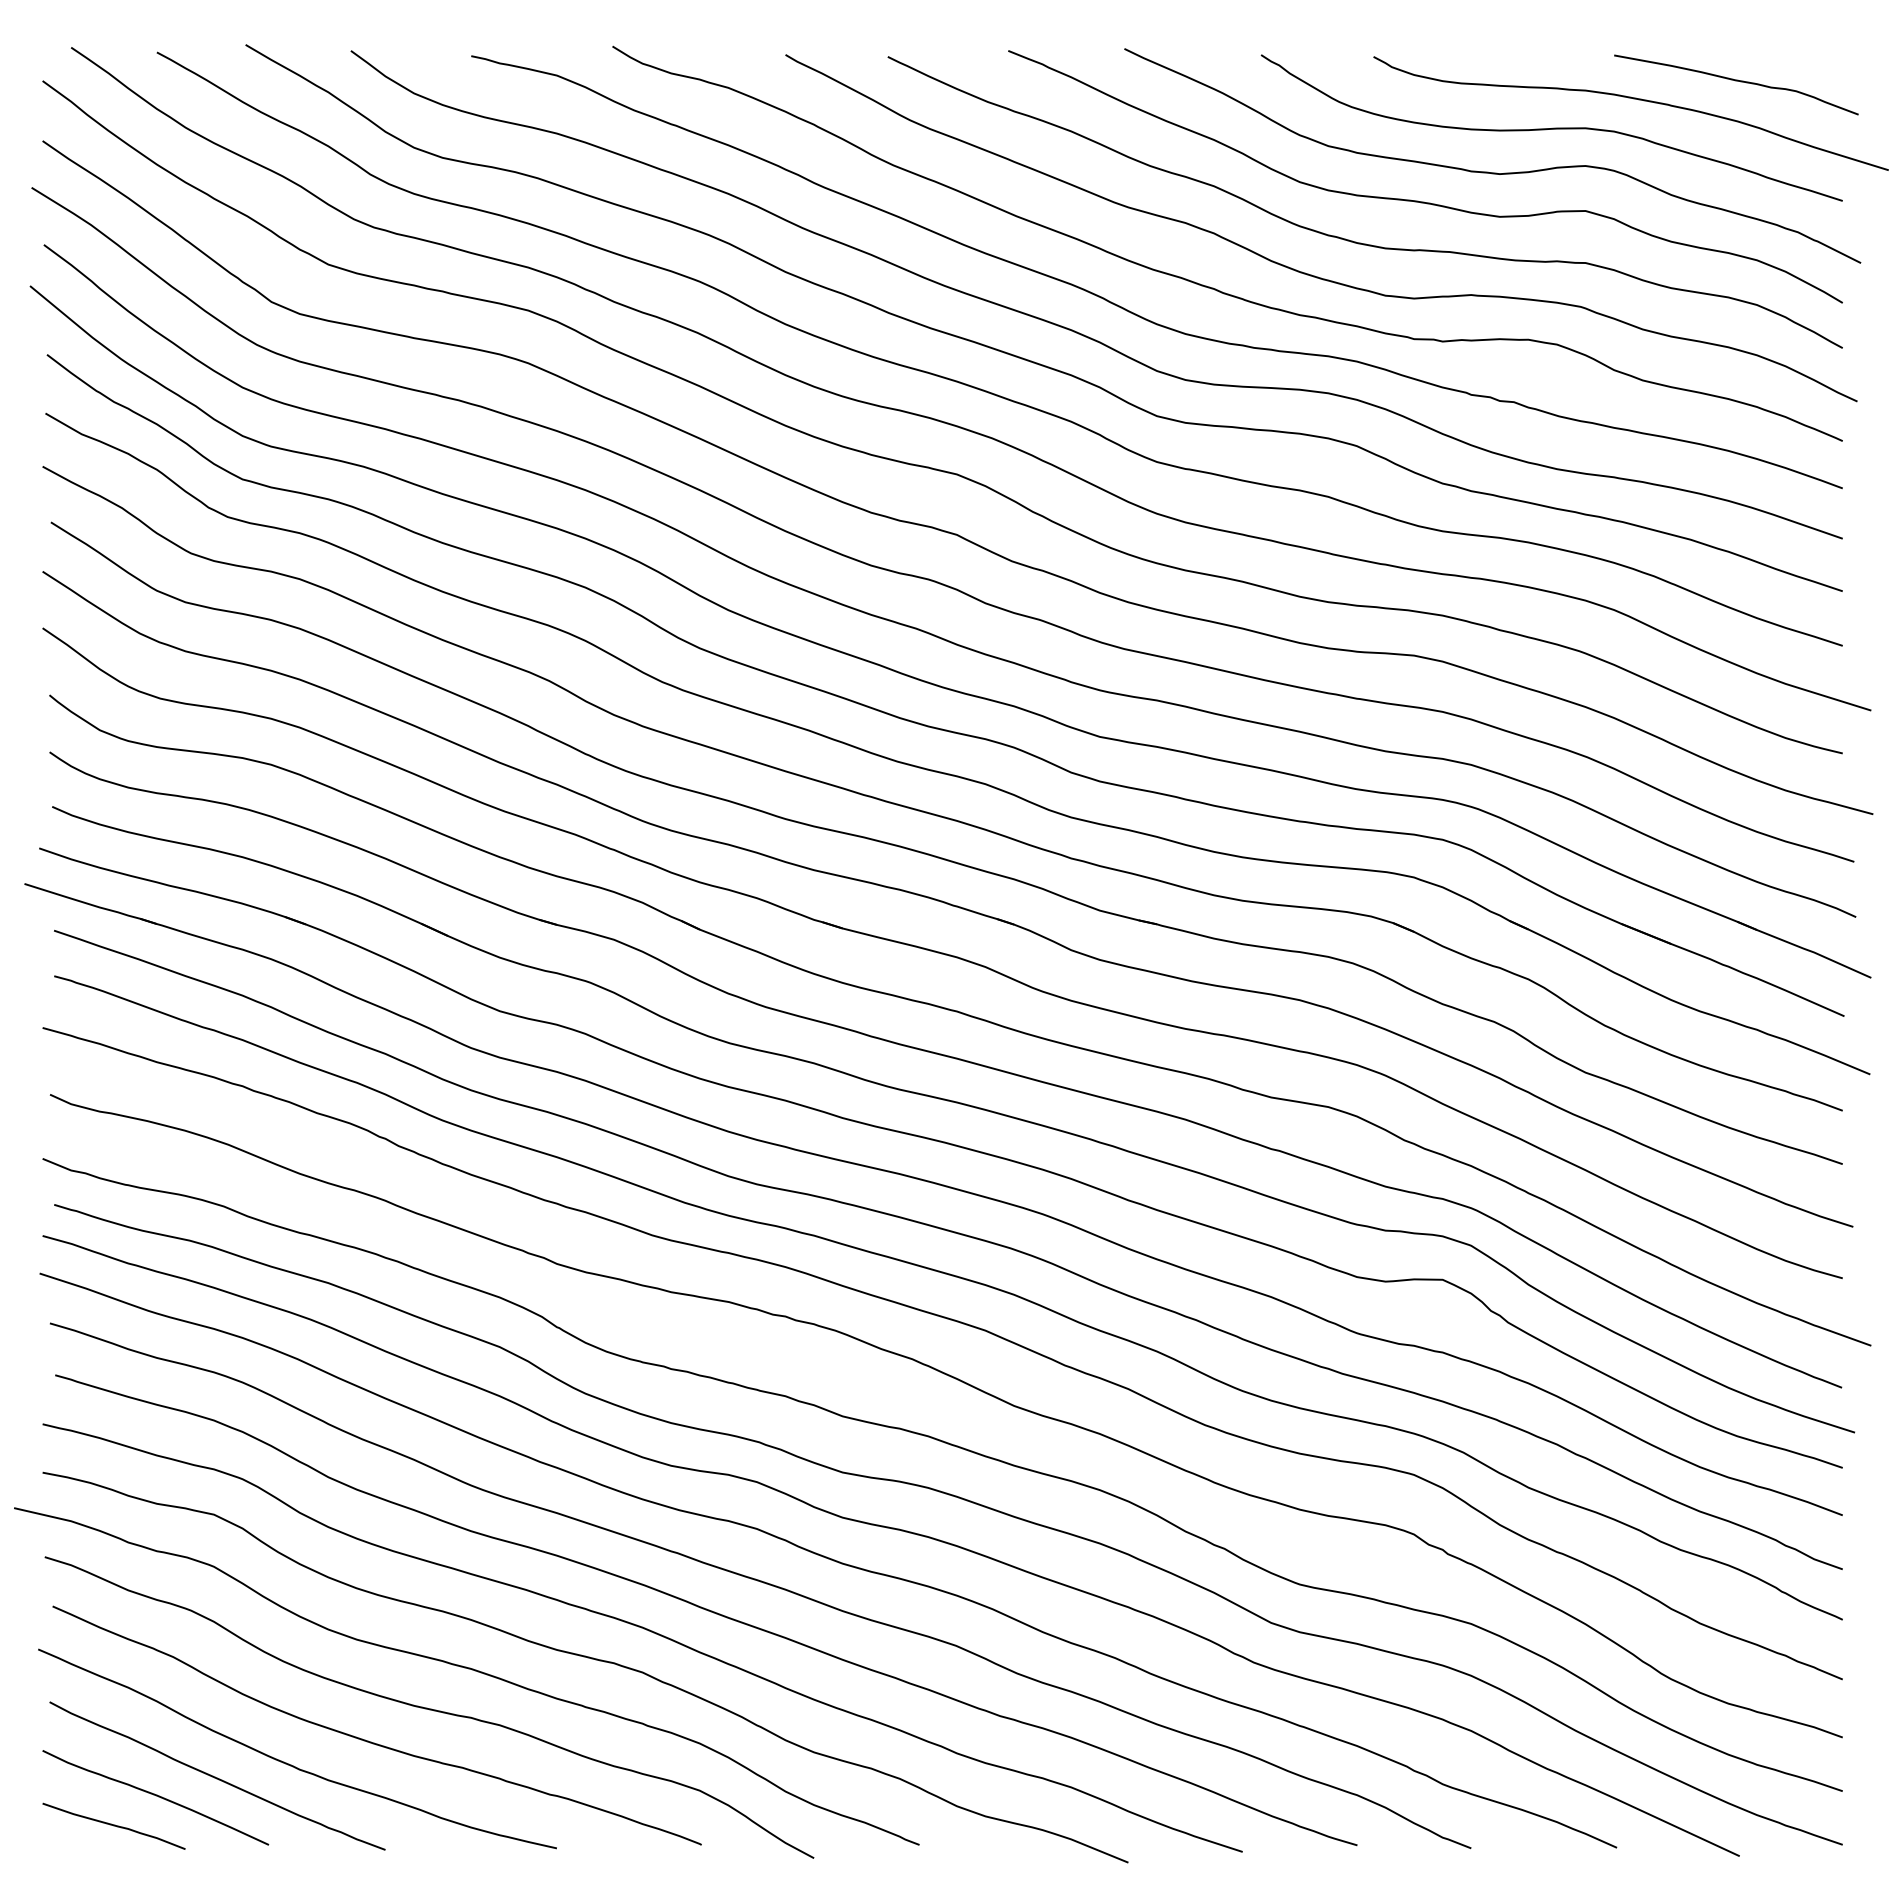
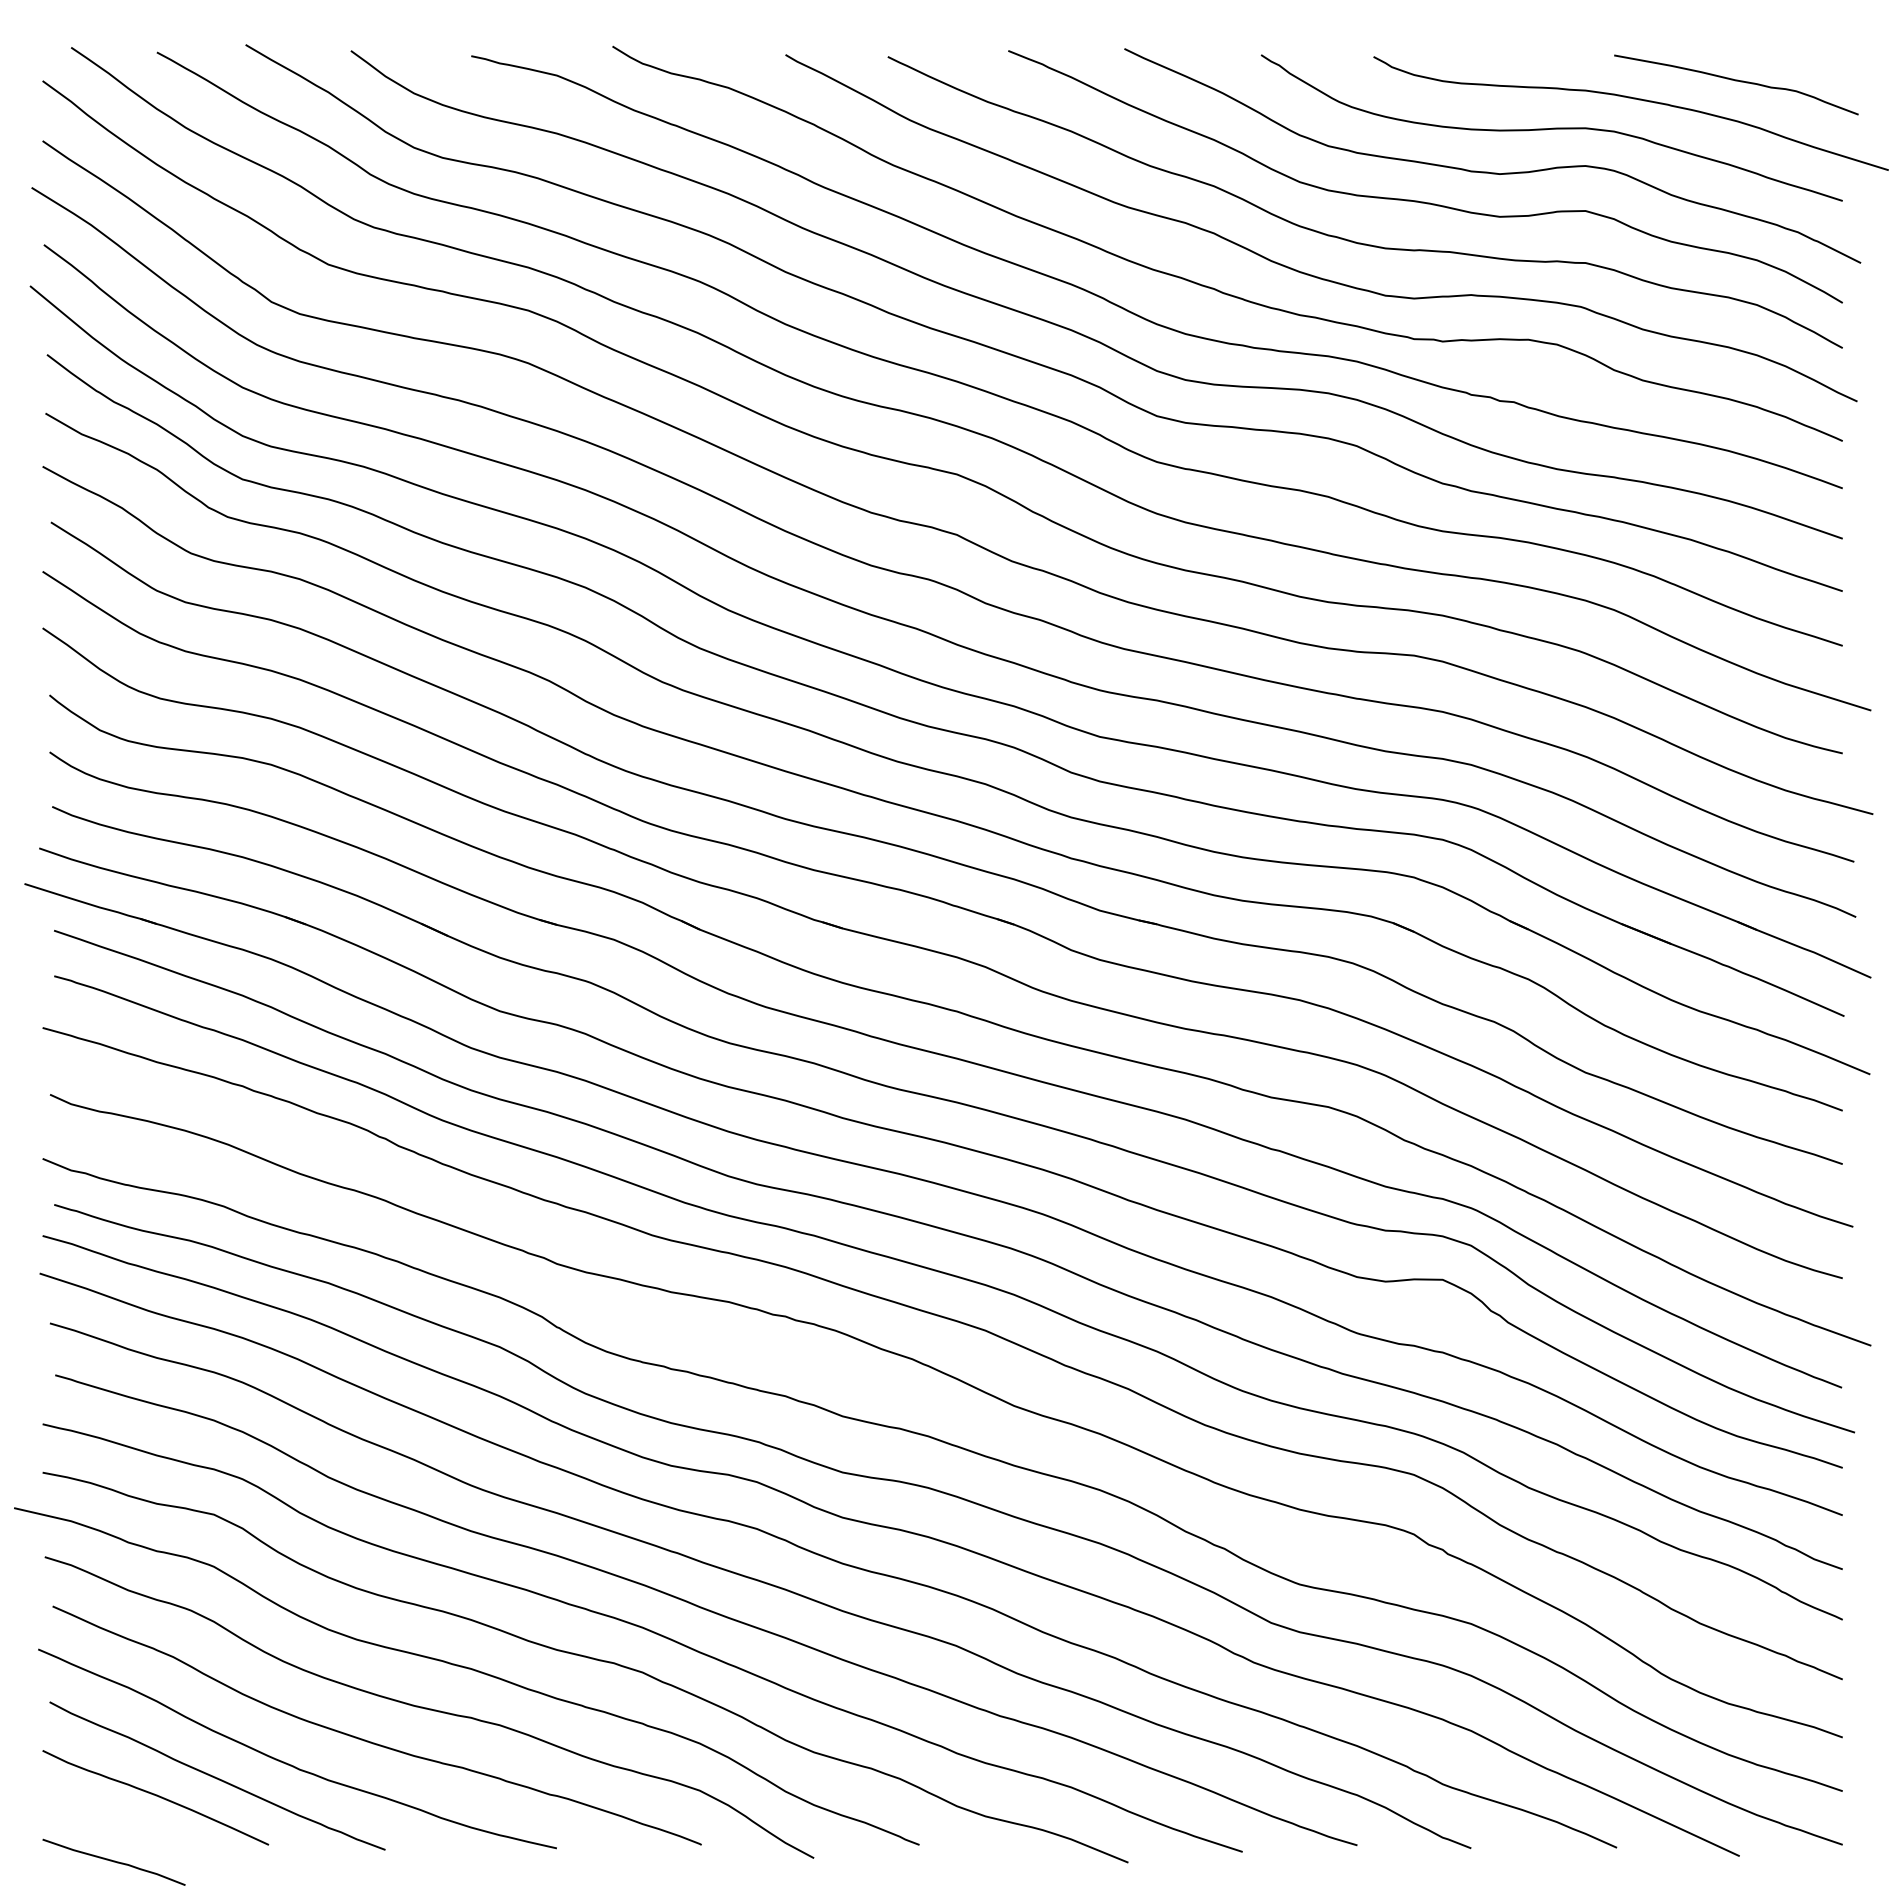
curve at (113, 1825) position: (113, 1825) -> (113, 1861)
